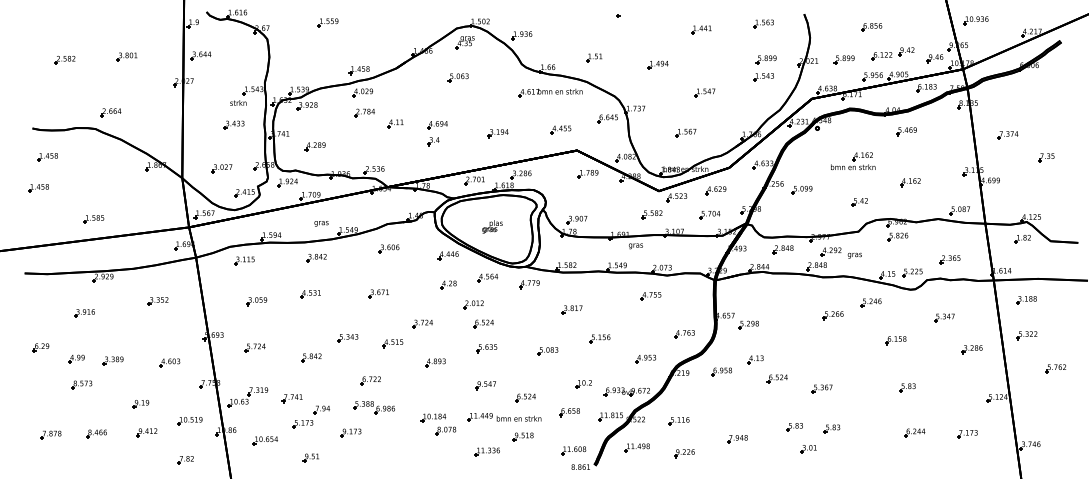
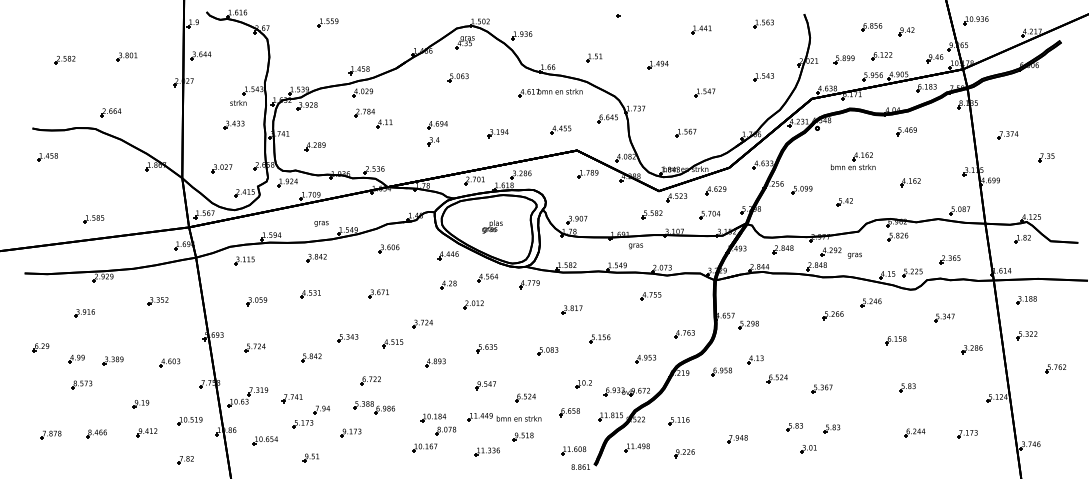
part at (906, 51) position: (906, 51) -> (906, 31)
part at (765, 59): present -> none
part at (395, 123) position: (395, 123) -> (384, 123)
part at (38, 188): present -> none
part at (859, 202) position: (859, 202) -> (844, 202)
part at (483, 323): present -> none
part at (424, 447): none -> present
